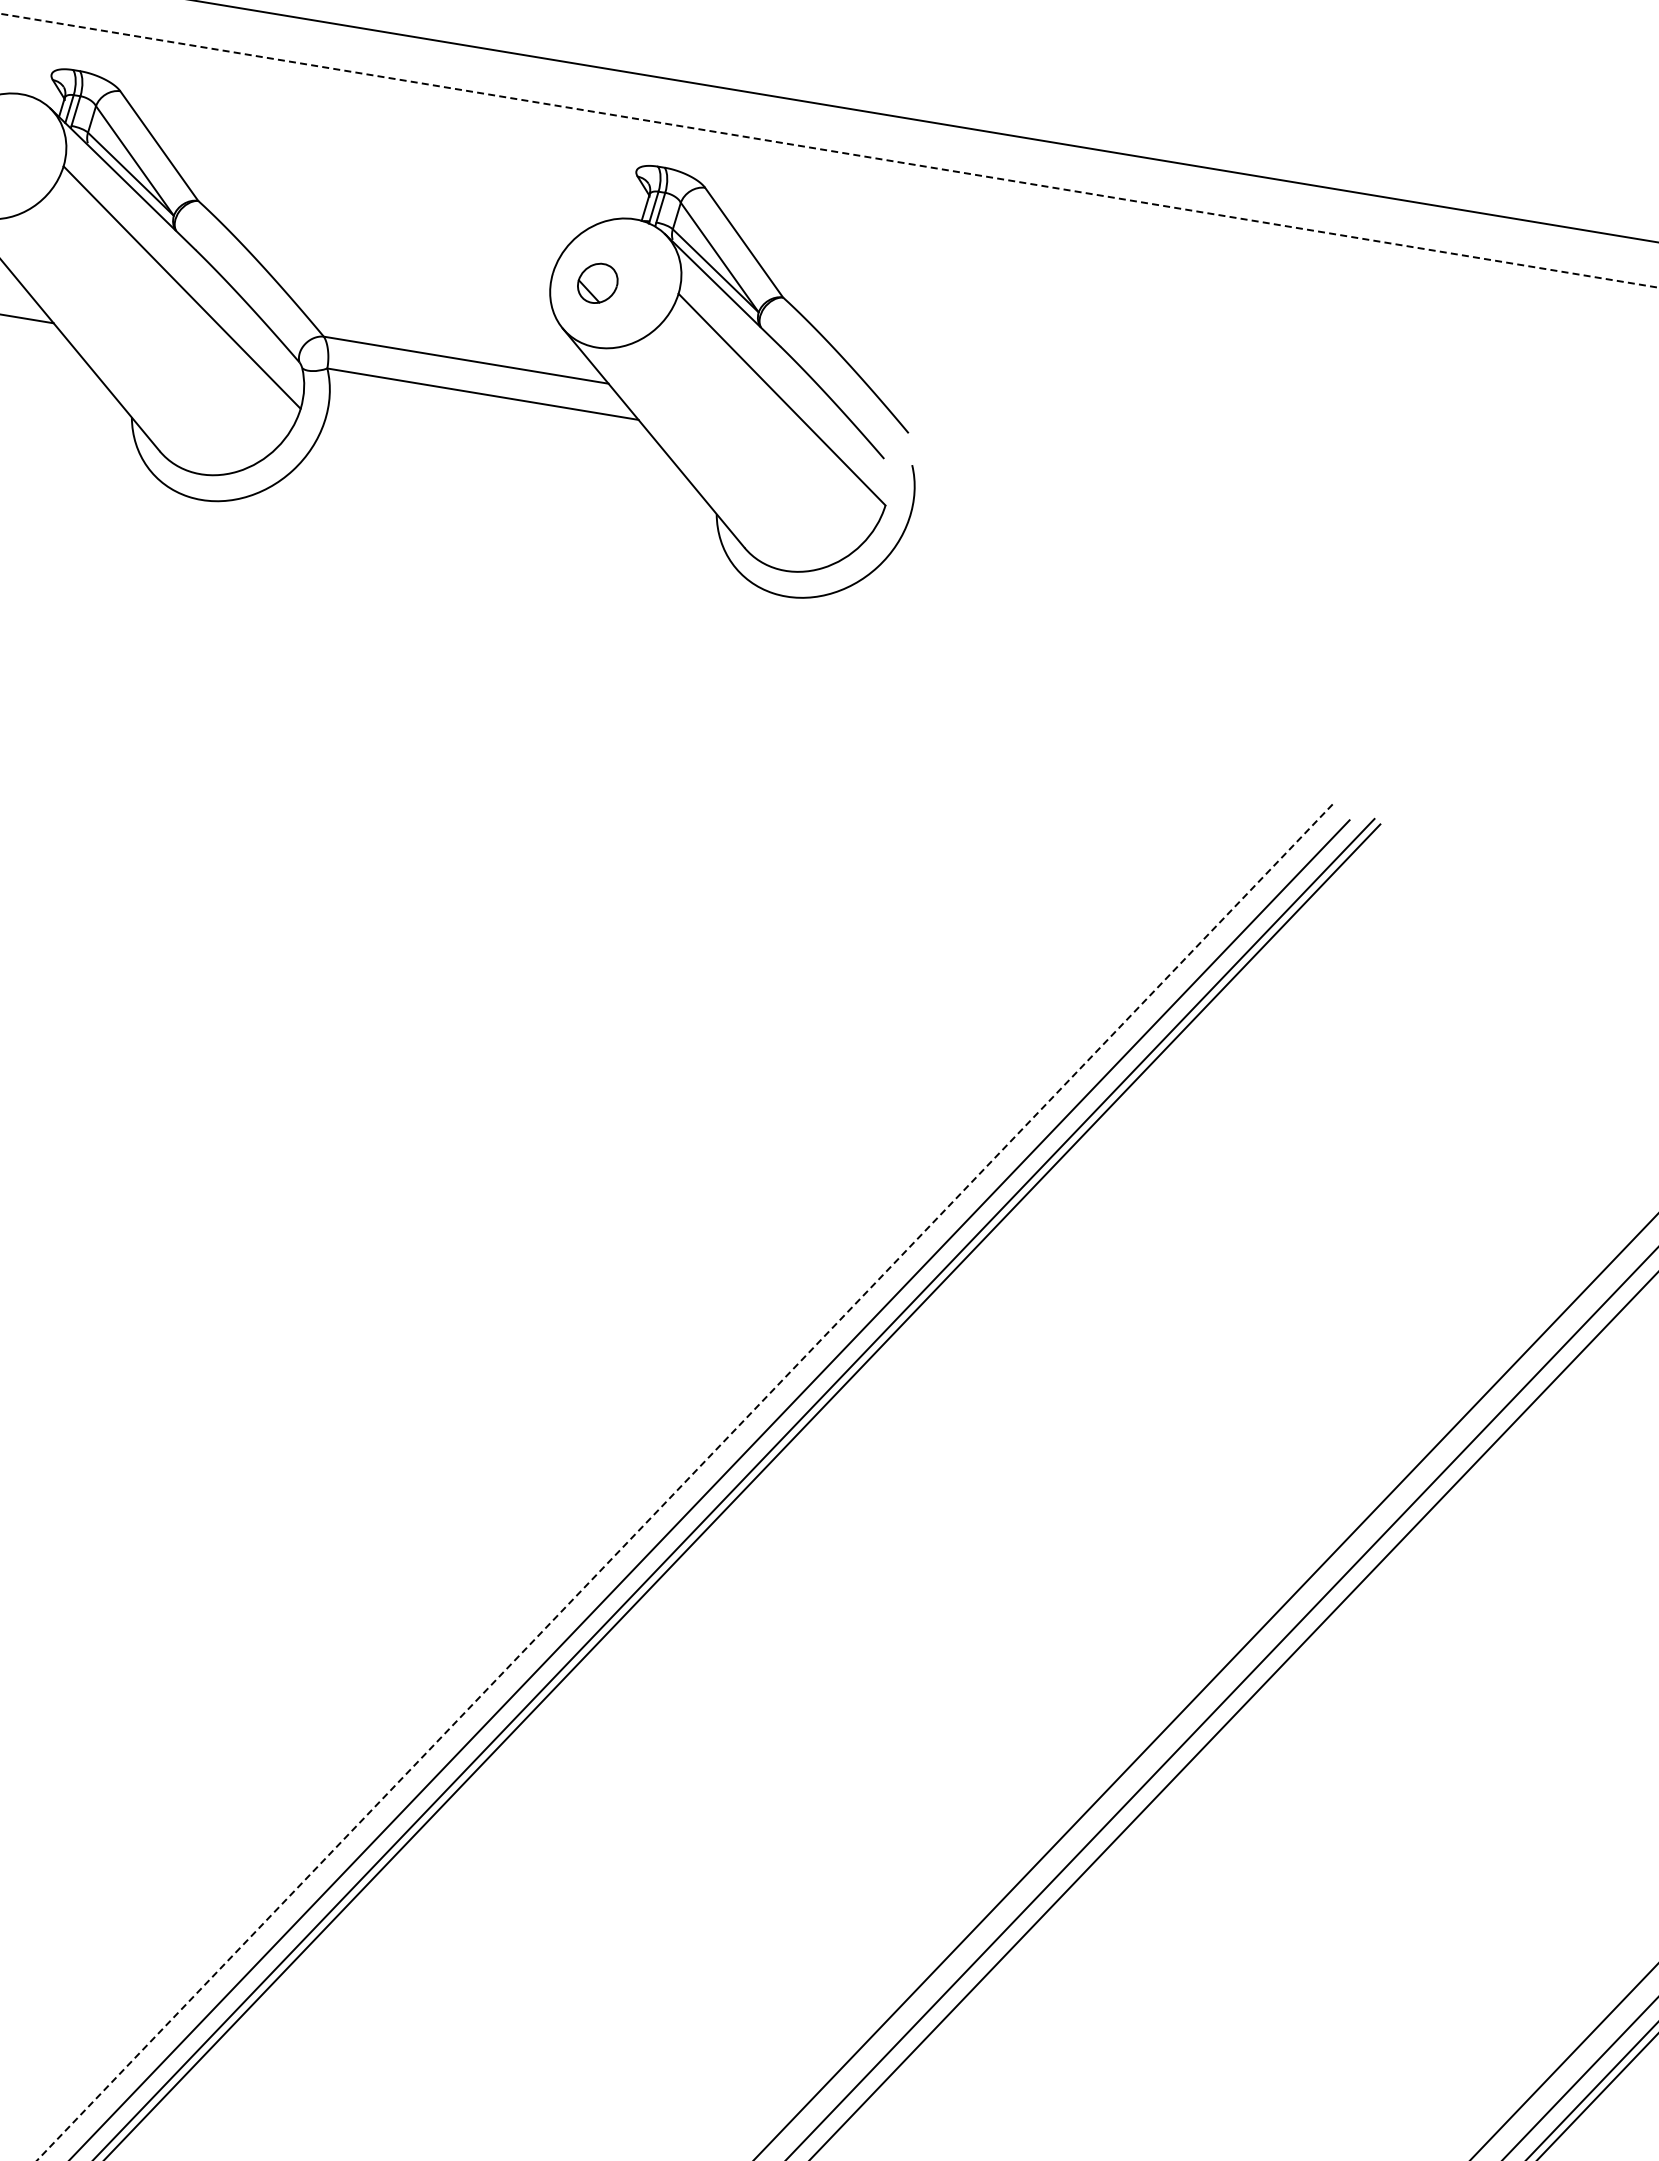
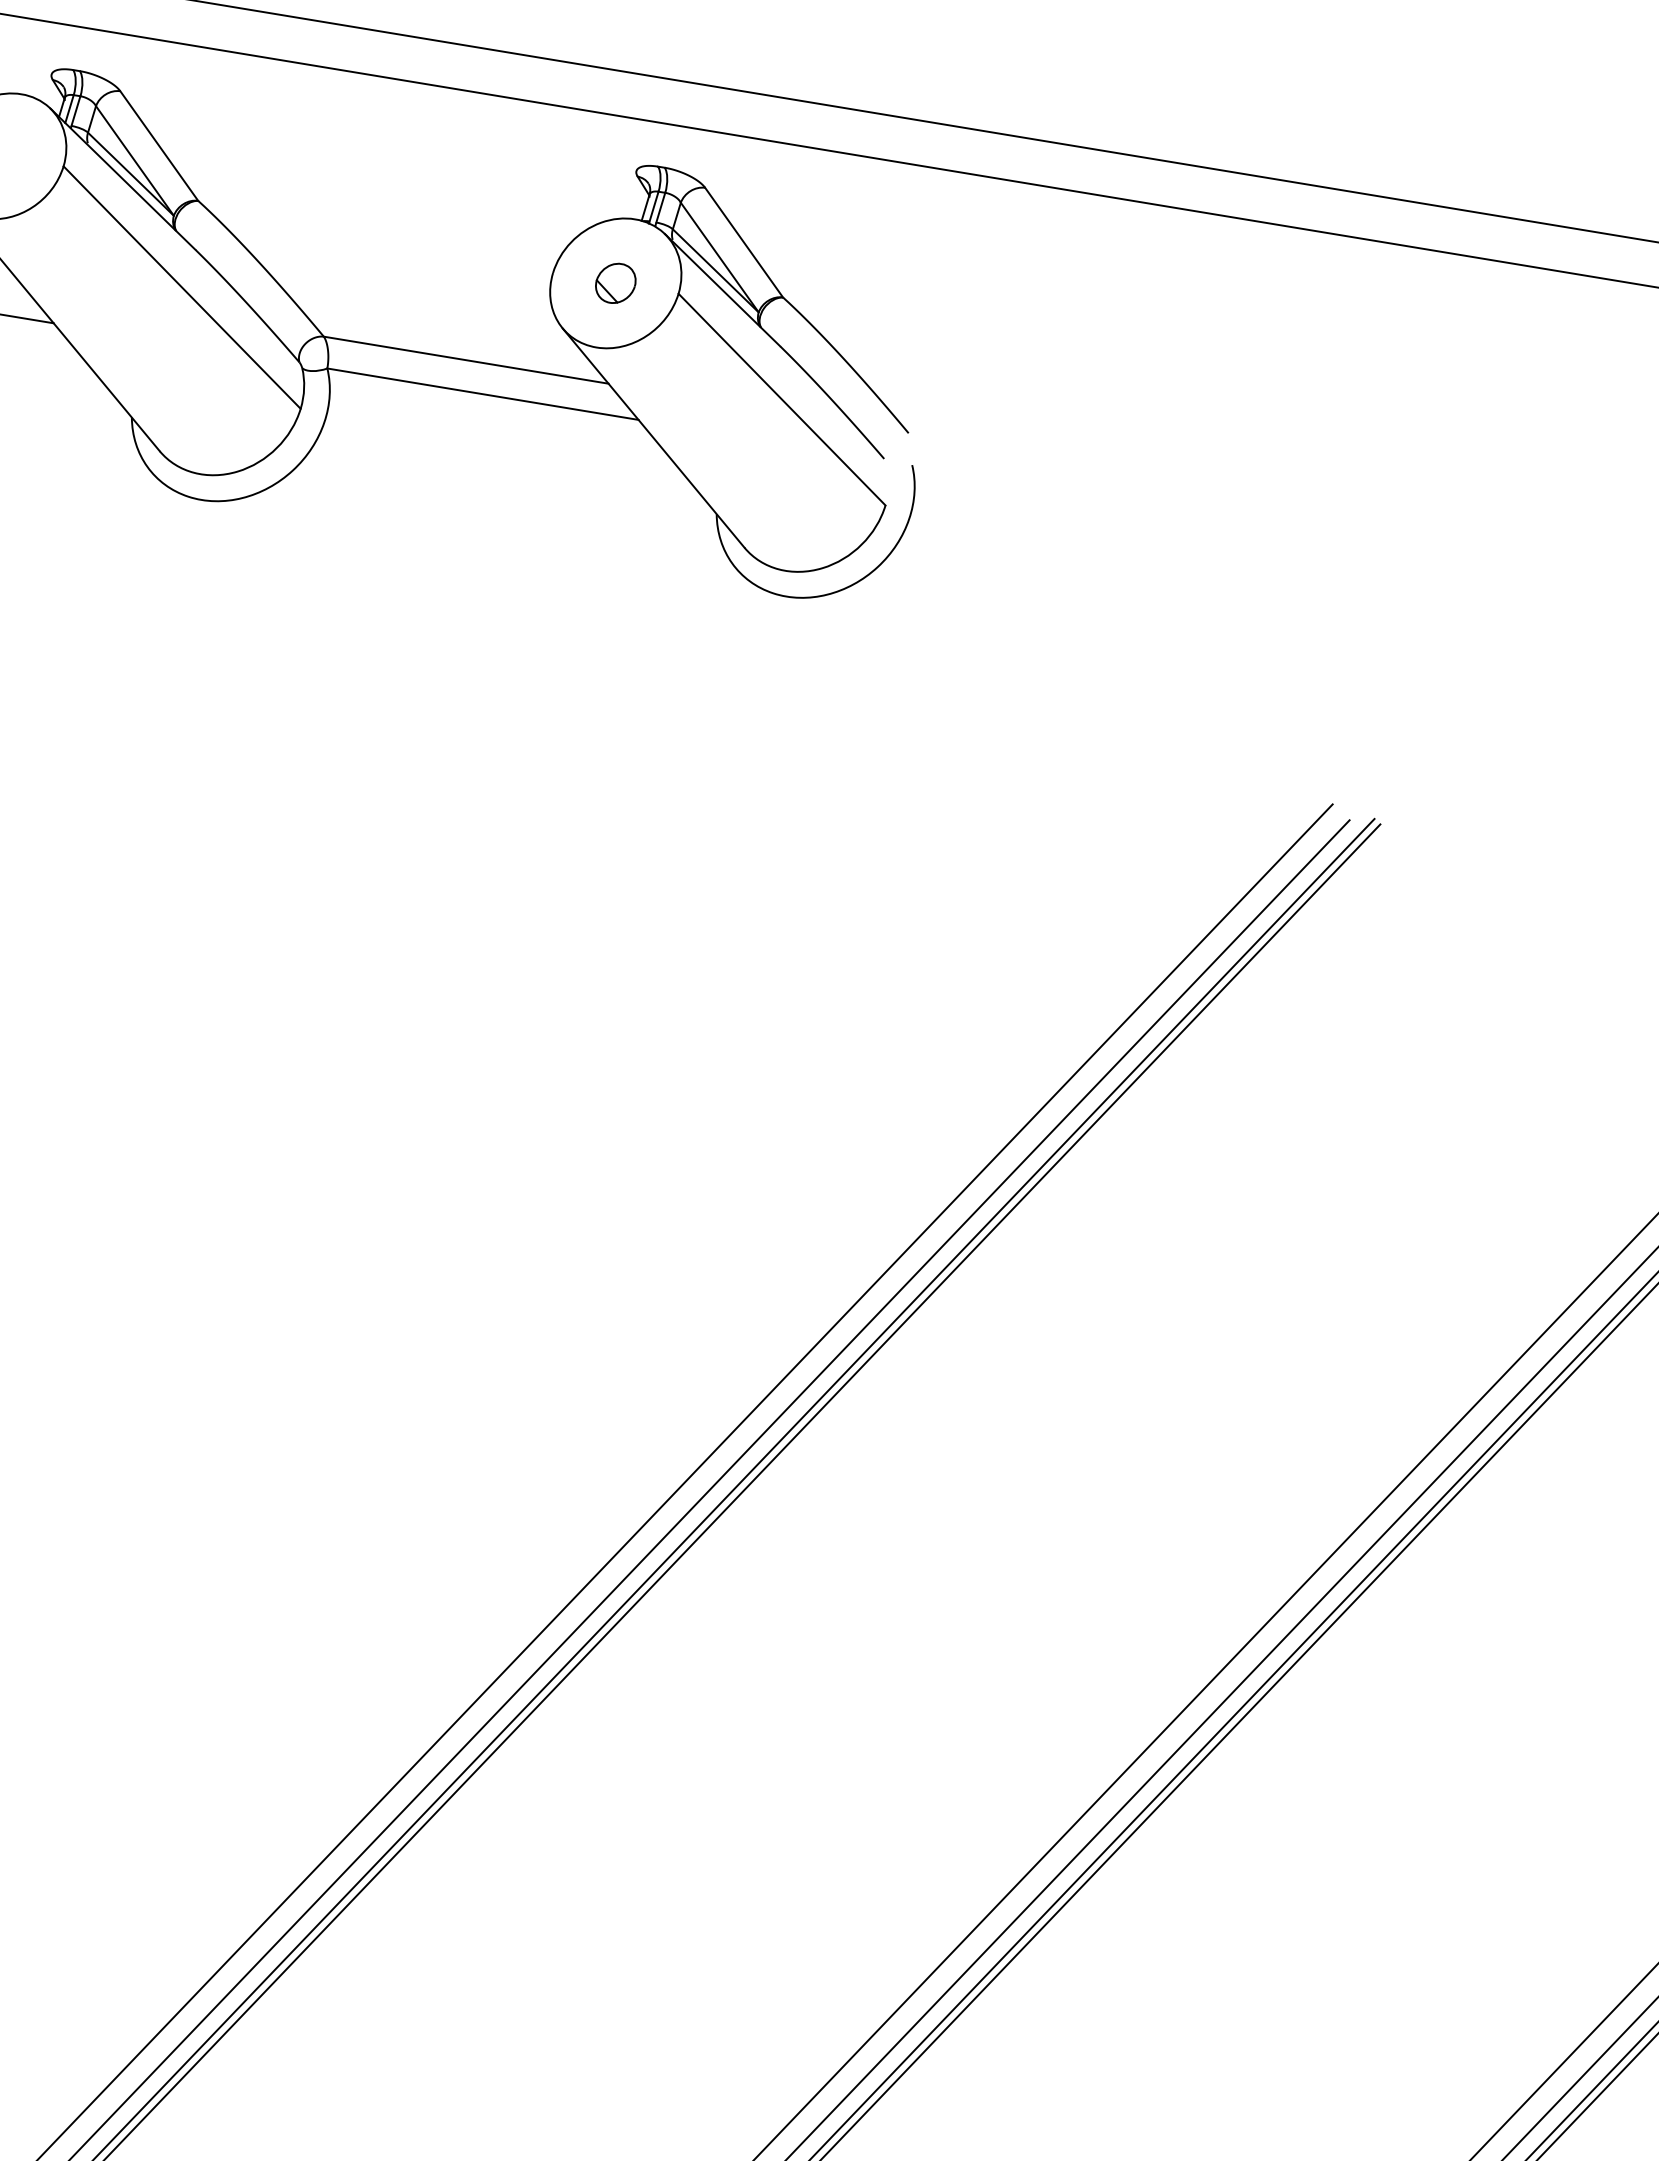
line at (829, 150): dashed -> solid
part at (597, 282) position: (597, 282) -> (615, 282)
line at (684, 1482): dashed -> solid
line at (1239, 1721): none -> present
